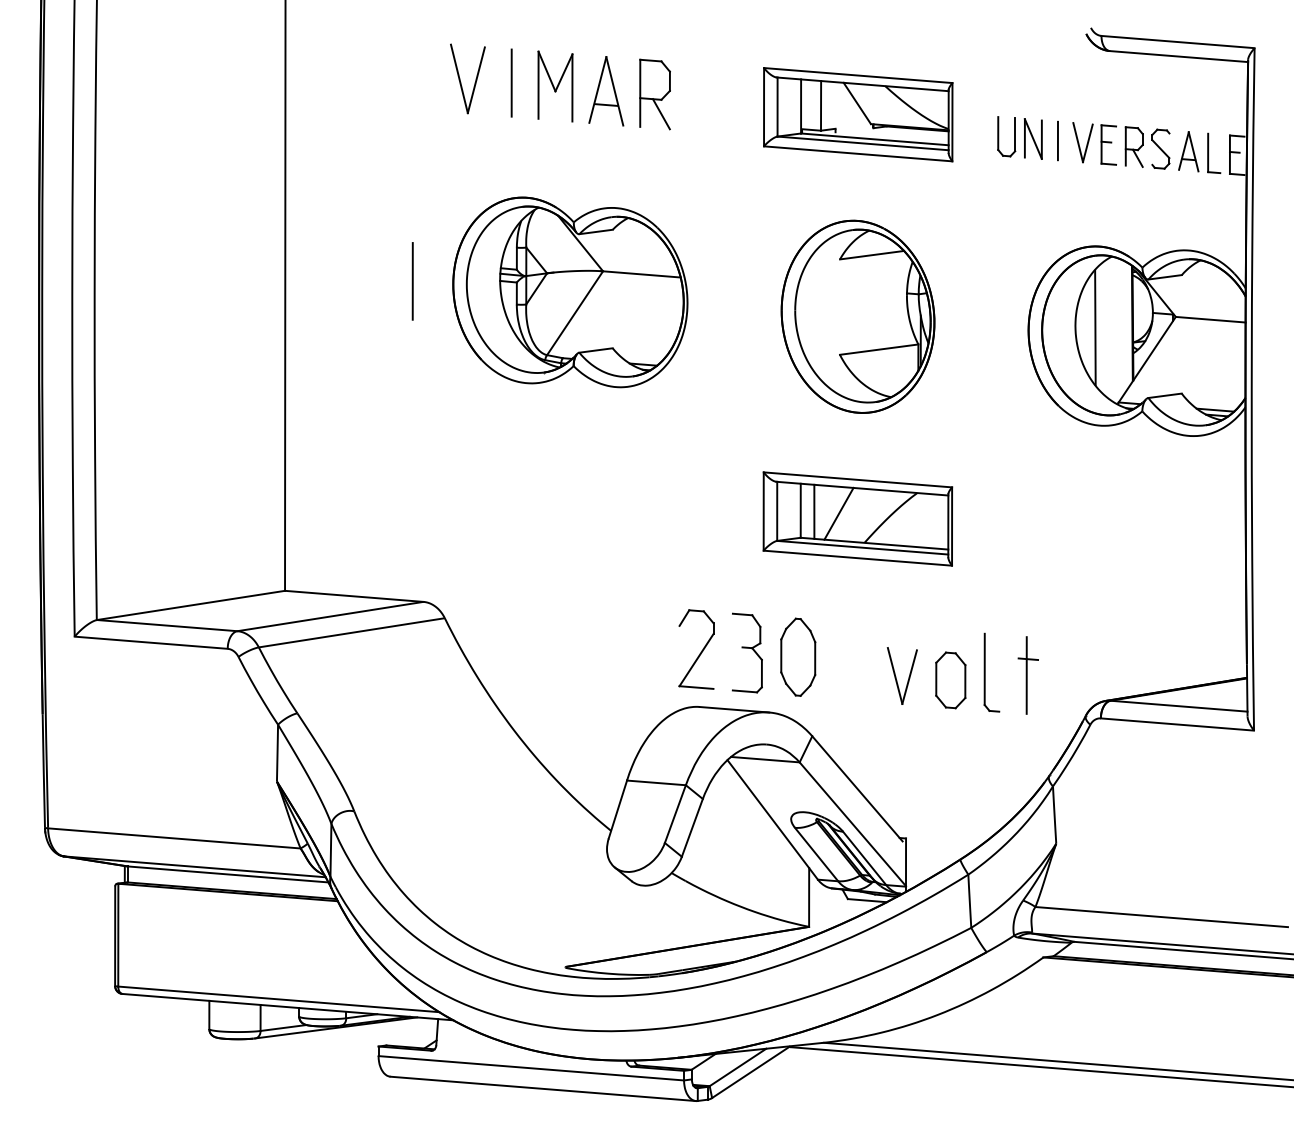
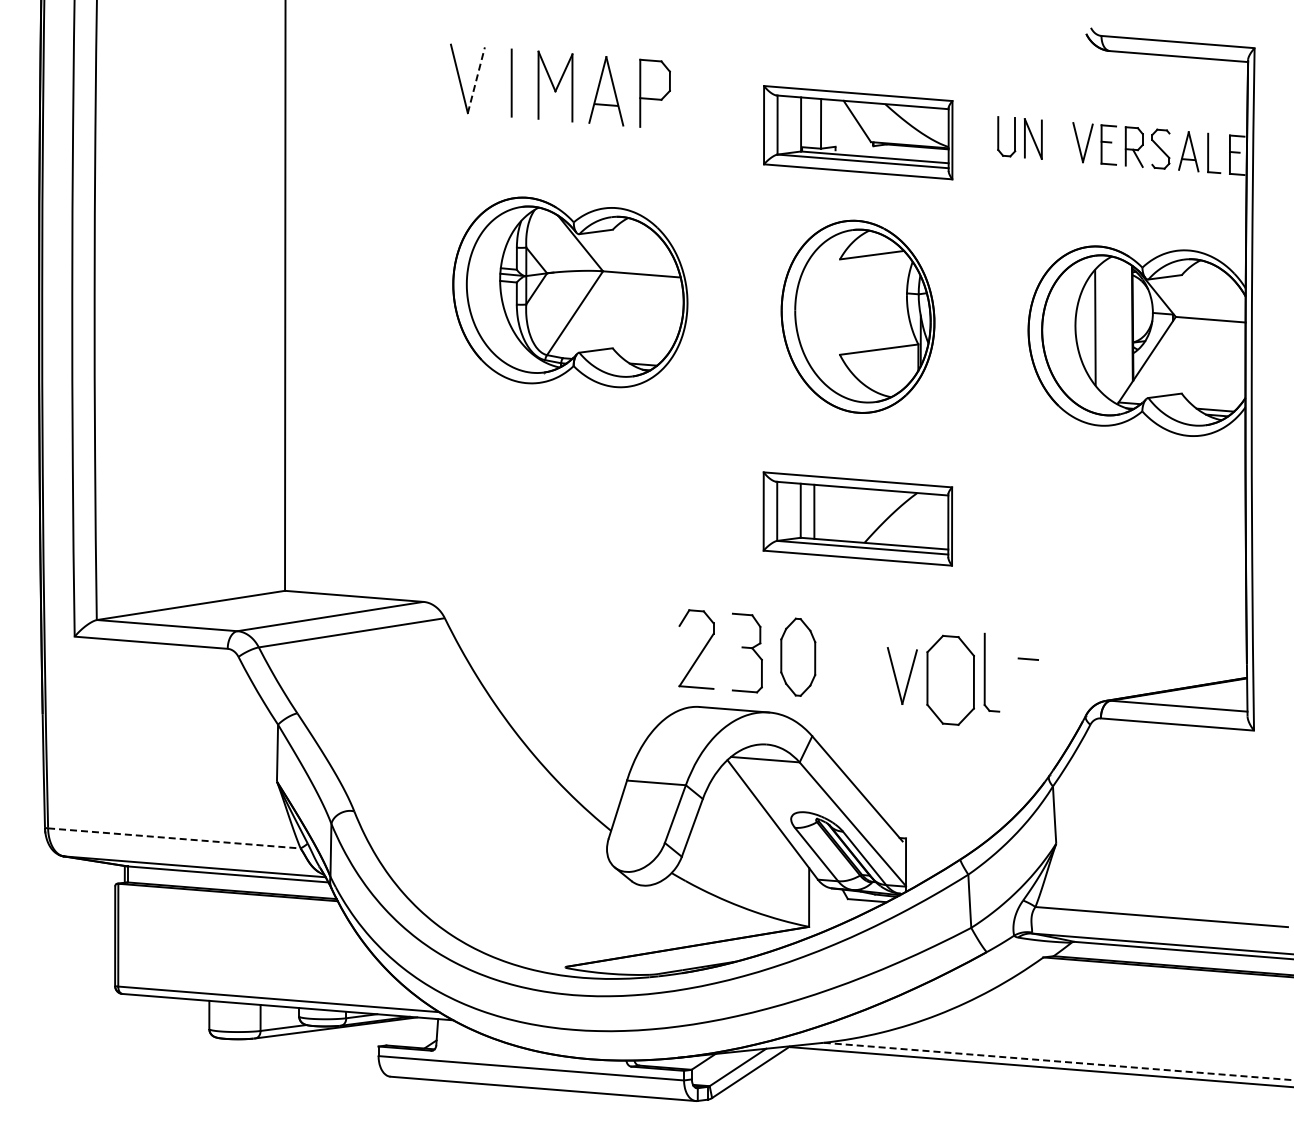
line at (476, 80): solid -> dashed
line at (660, 114): present -> none
part at (858, 114) position: (858, 114) -> (858, 132)
line at (1057, 140): present -> none
line at (412, 281): present -> none
line at (838, 513): present -> none
line at (1026, 675): present -> none
part at (950, 680) size: 32x59 px -> 49x92 px
line at (174, 838): solid -> dashed
line at (1058, 1061): solid -> dashed
